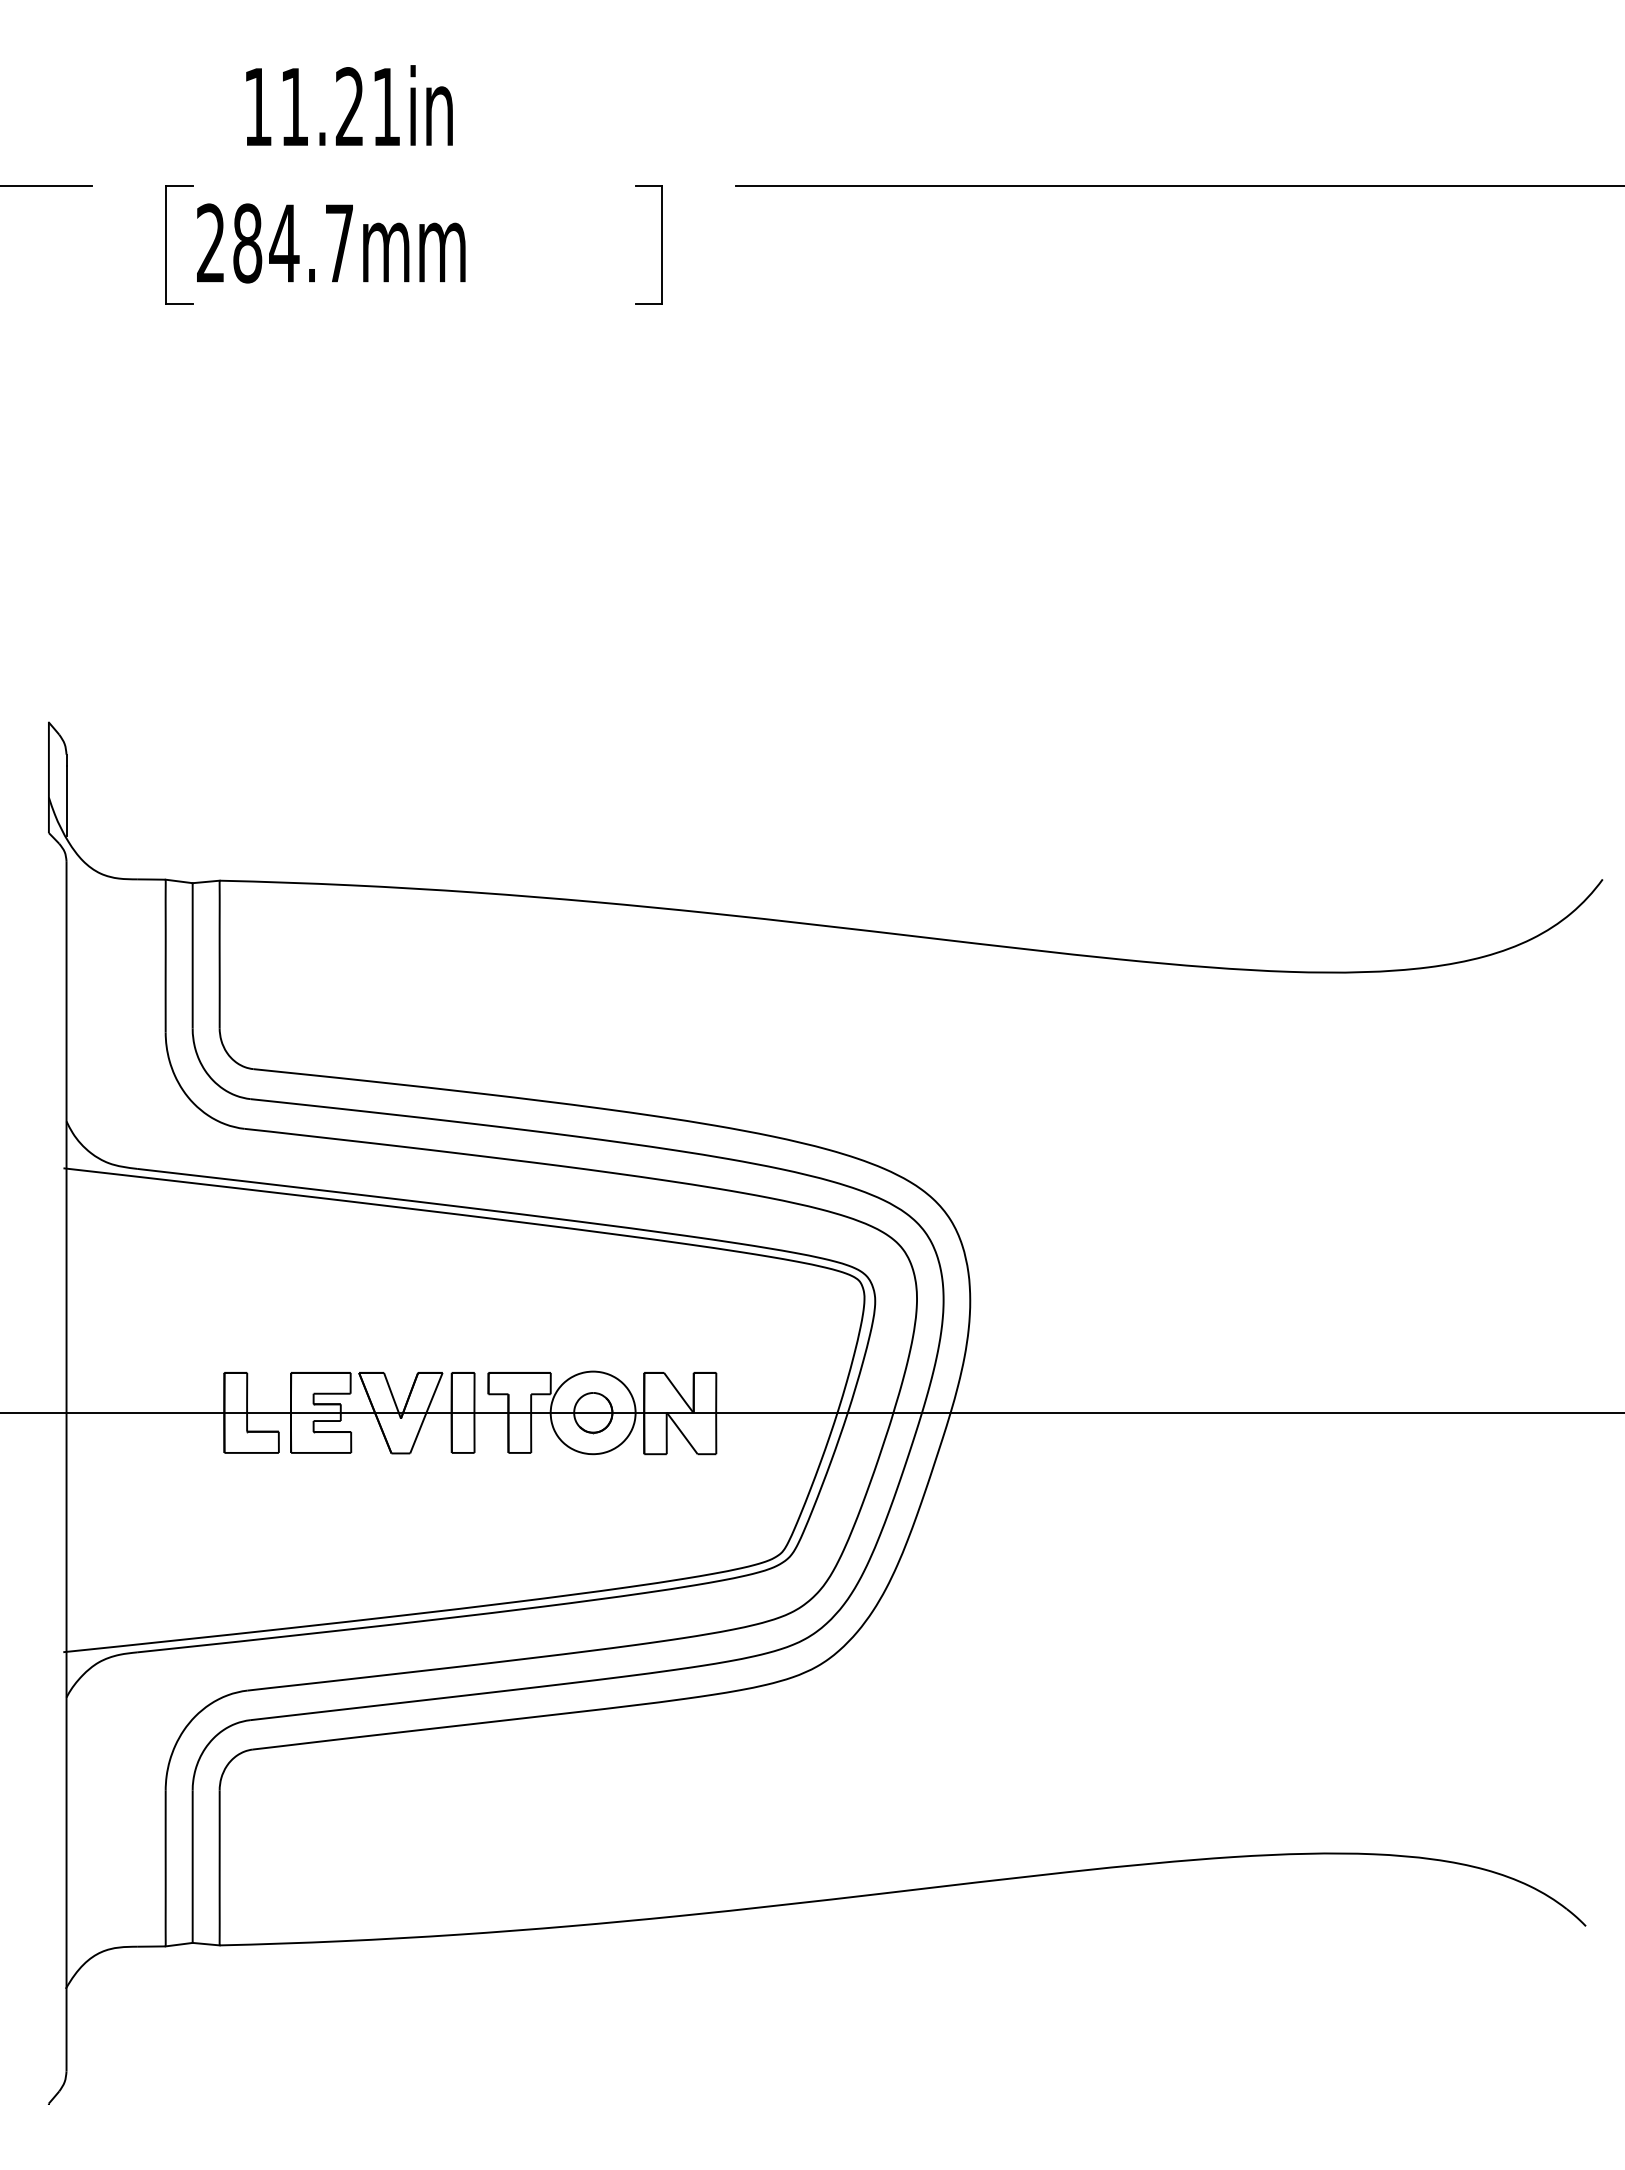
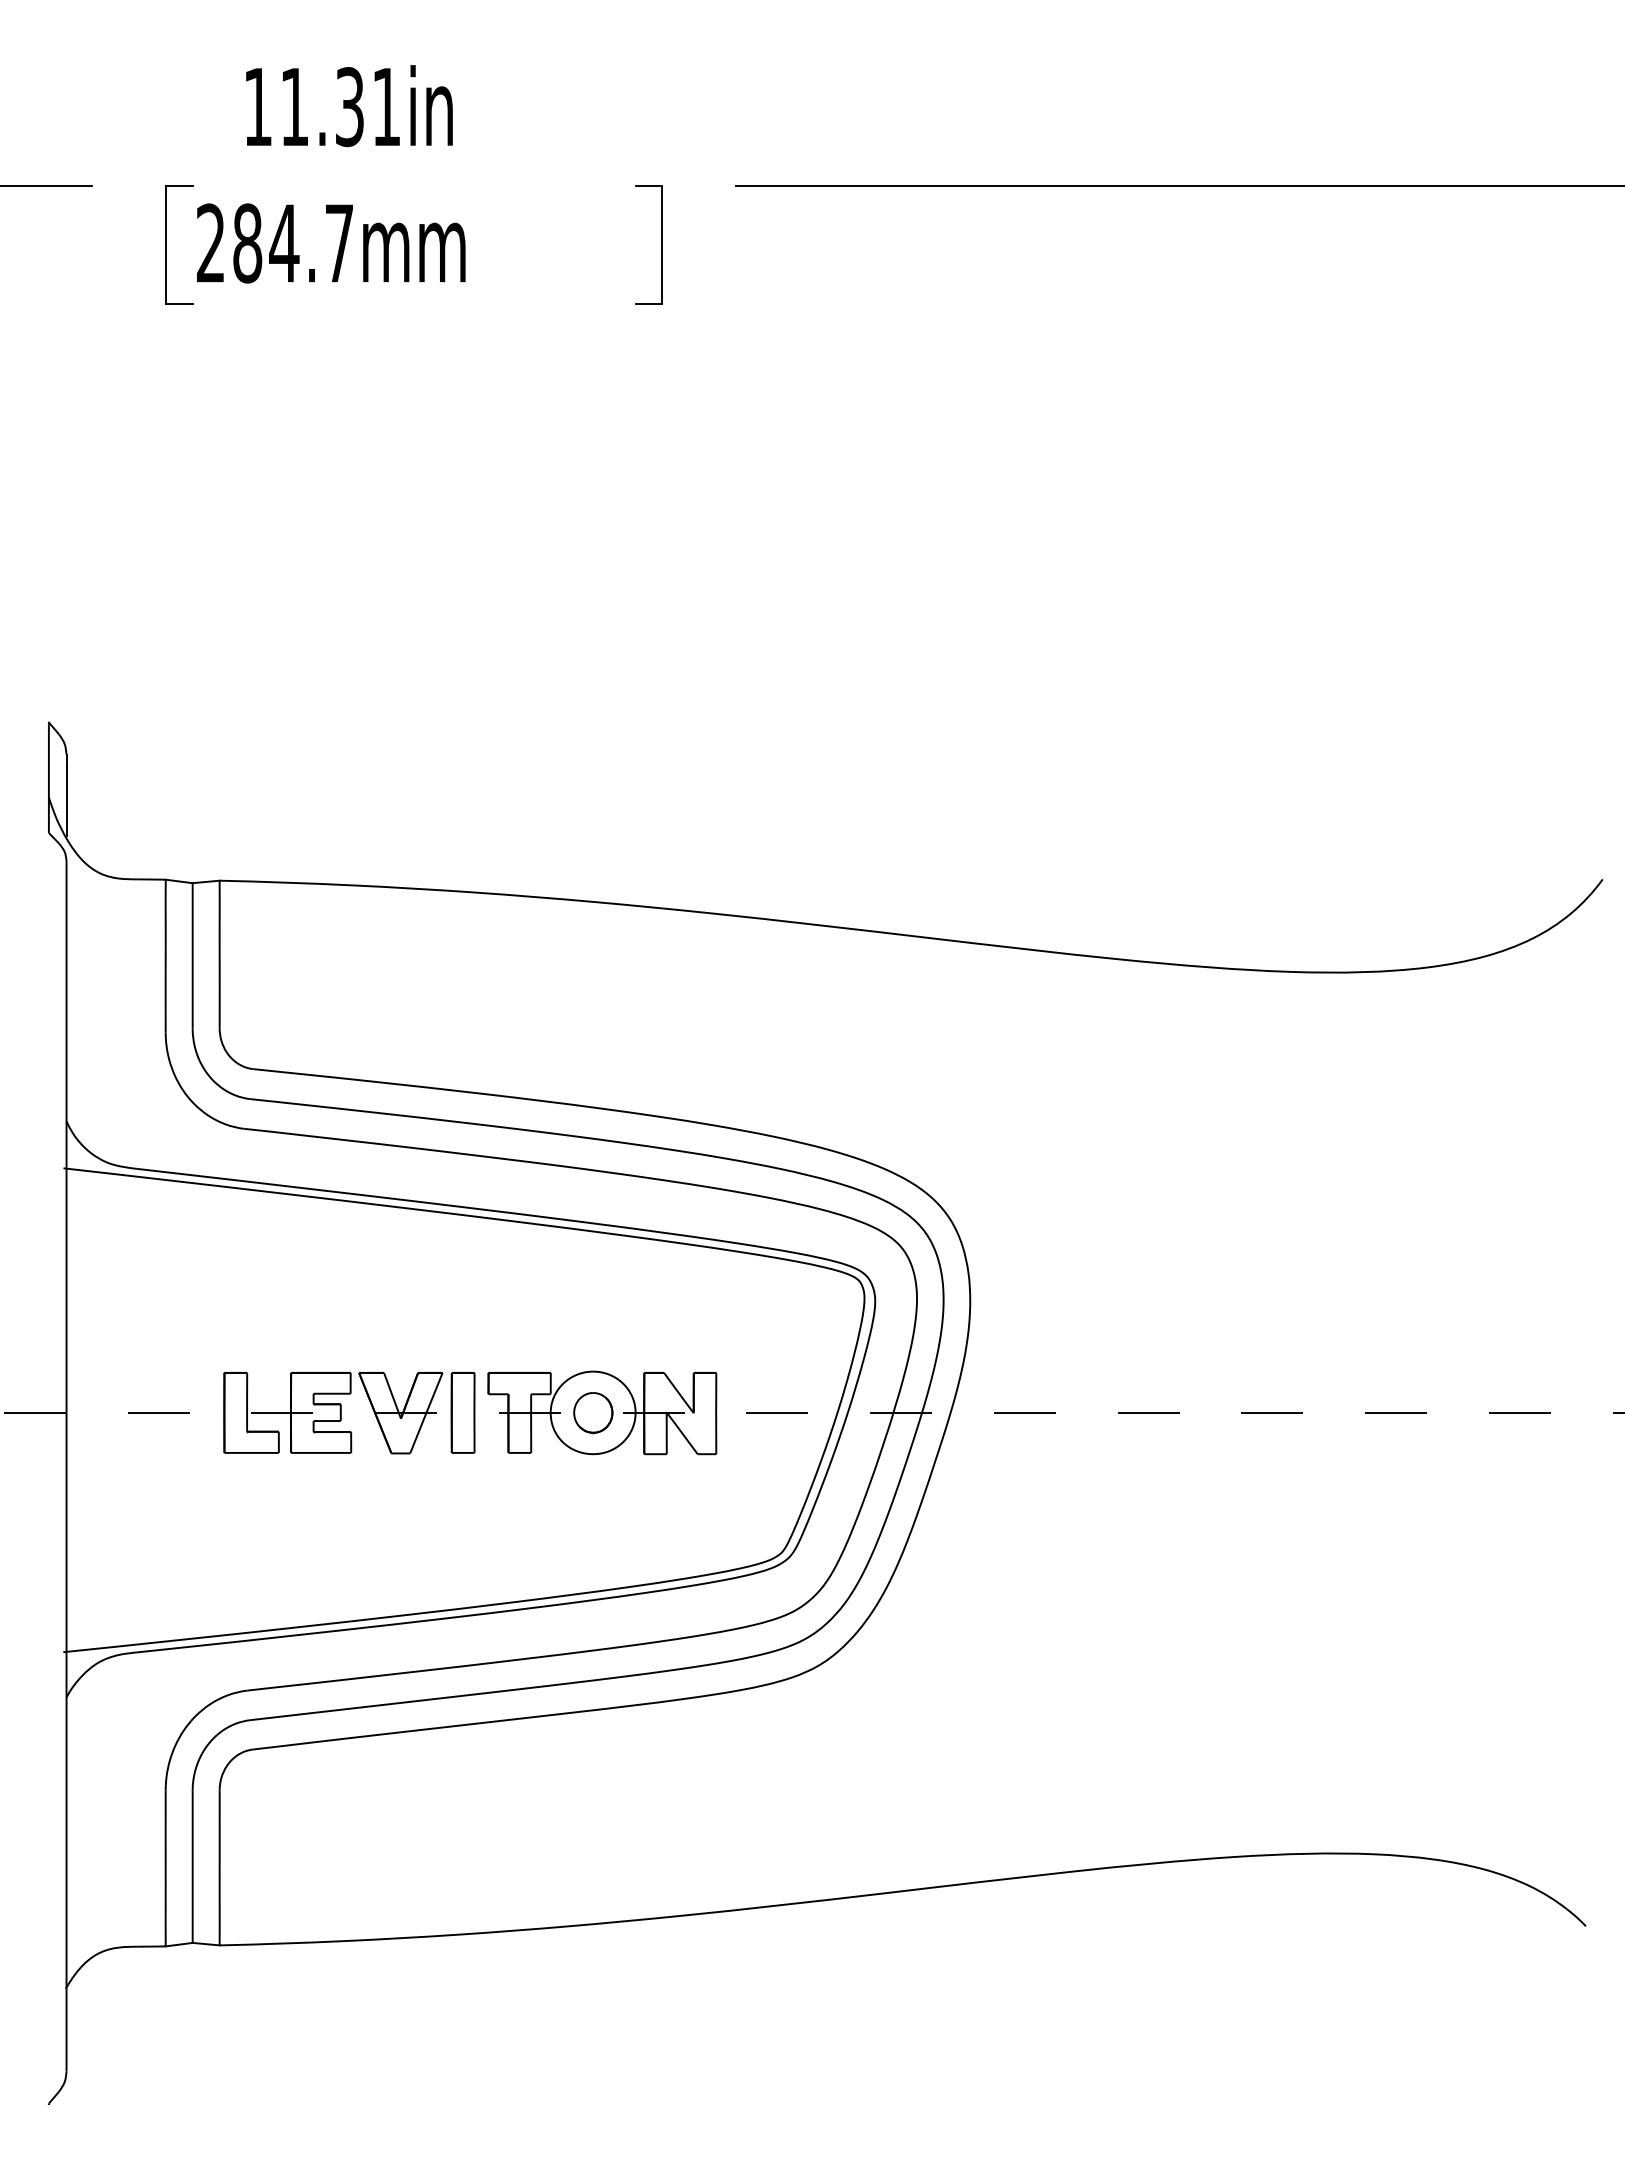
text at (349, 107): 11.21in -> 11.31in
line at (812, 1413): solid -> dashed
